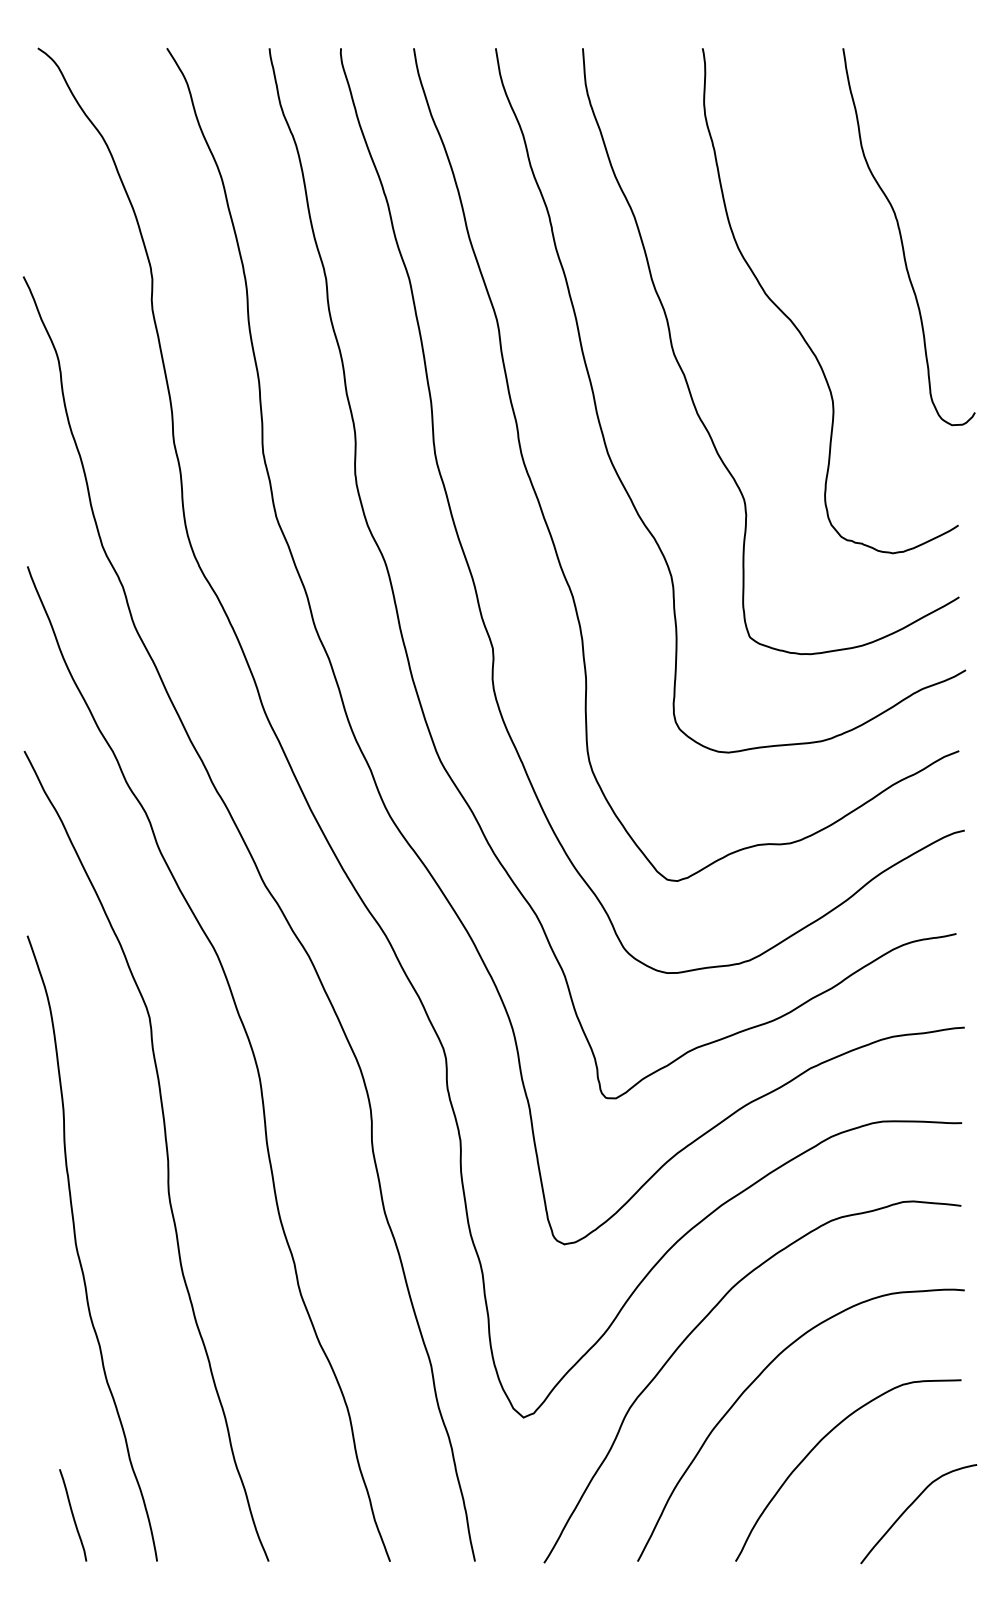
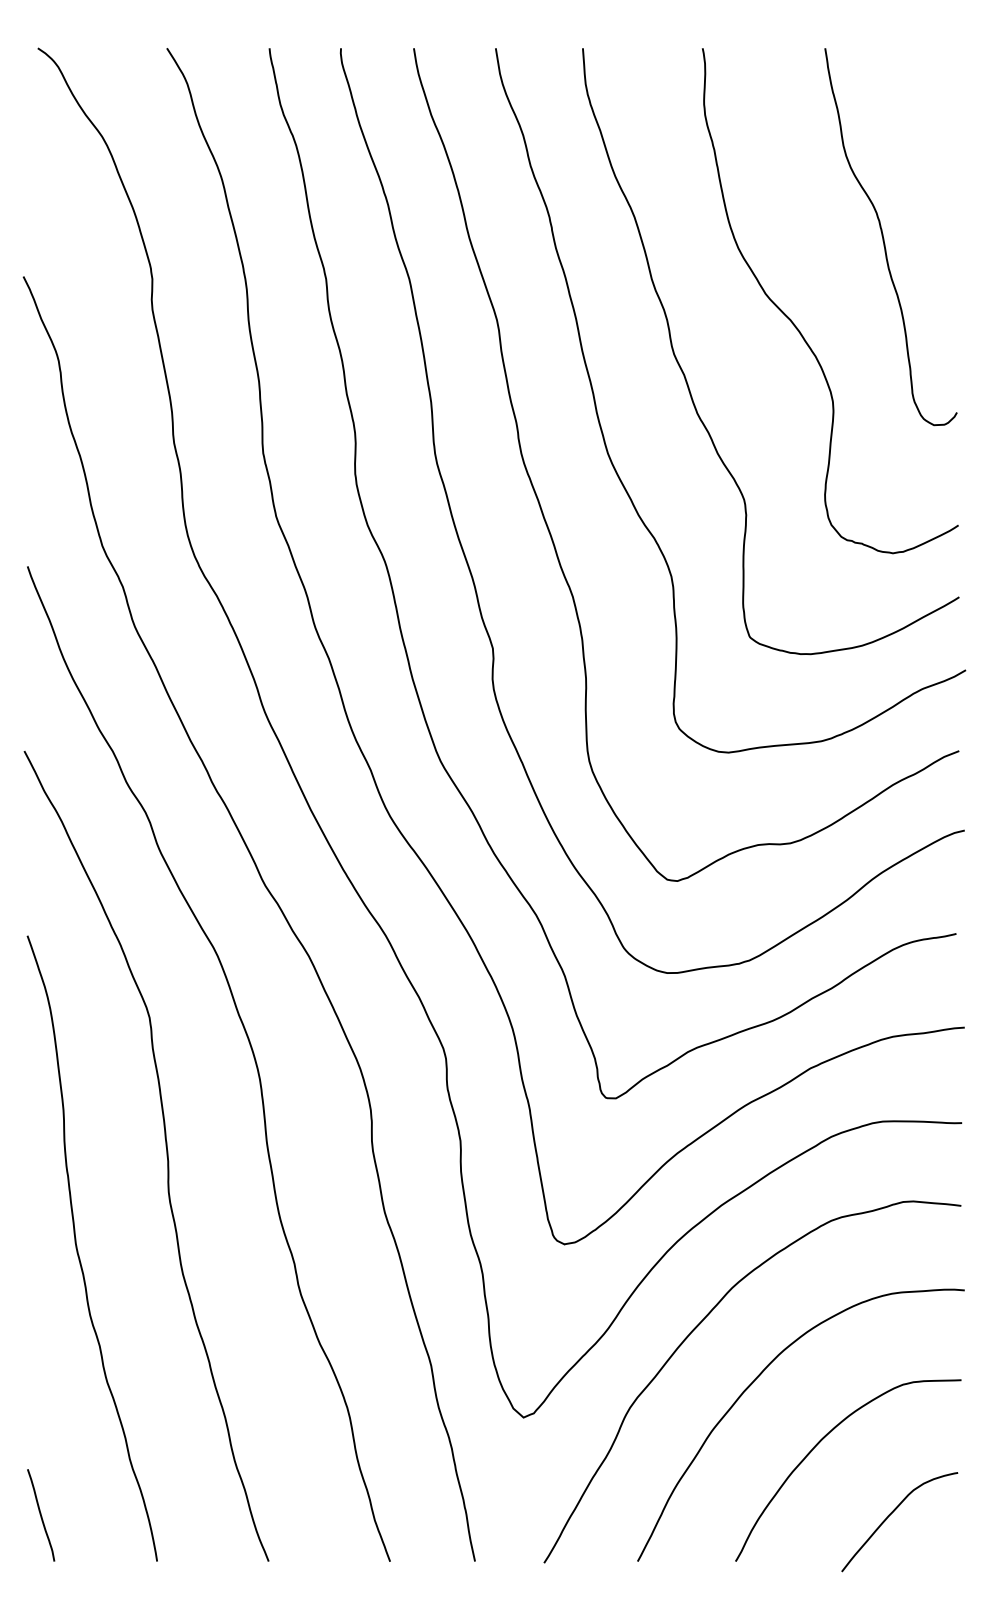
curve at (902, 238) position: (902, 238) -> (884, 238)
curve at (910, 1506) position: (910, 1506) -> (891, 1514)
curve at (73, 1515) position: (73, 1515) -> (41, 1515)
